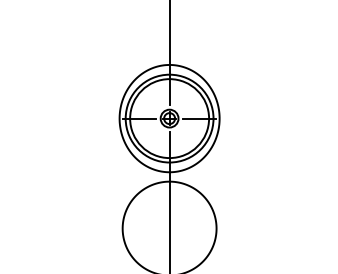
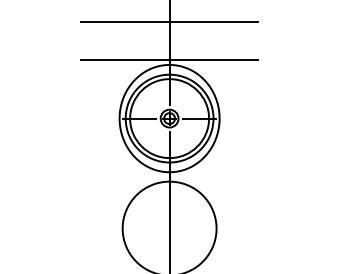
line at (169, 22): none -> present
line at (169, 59): none -> present
